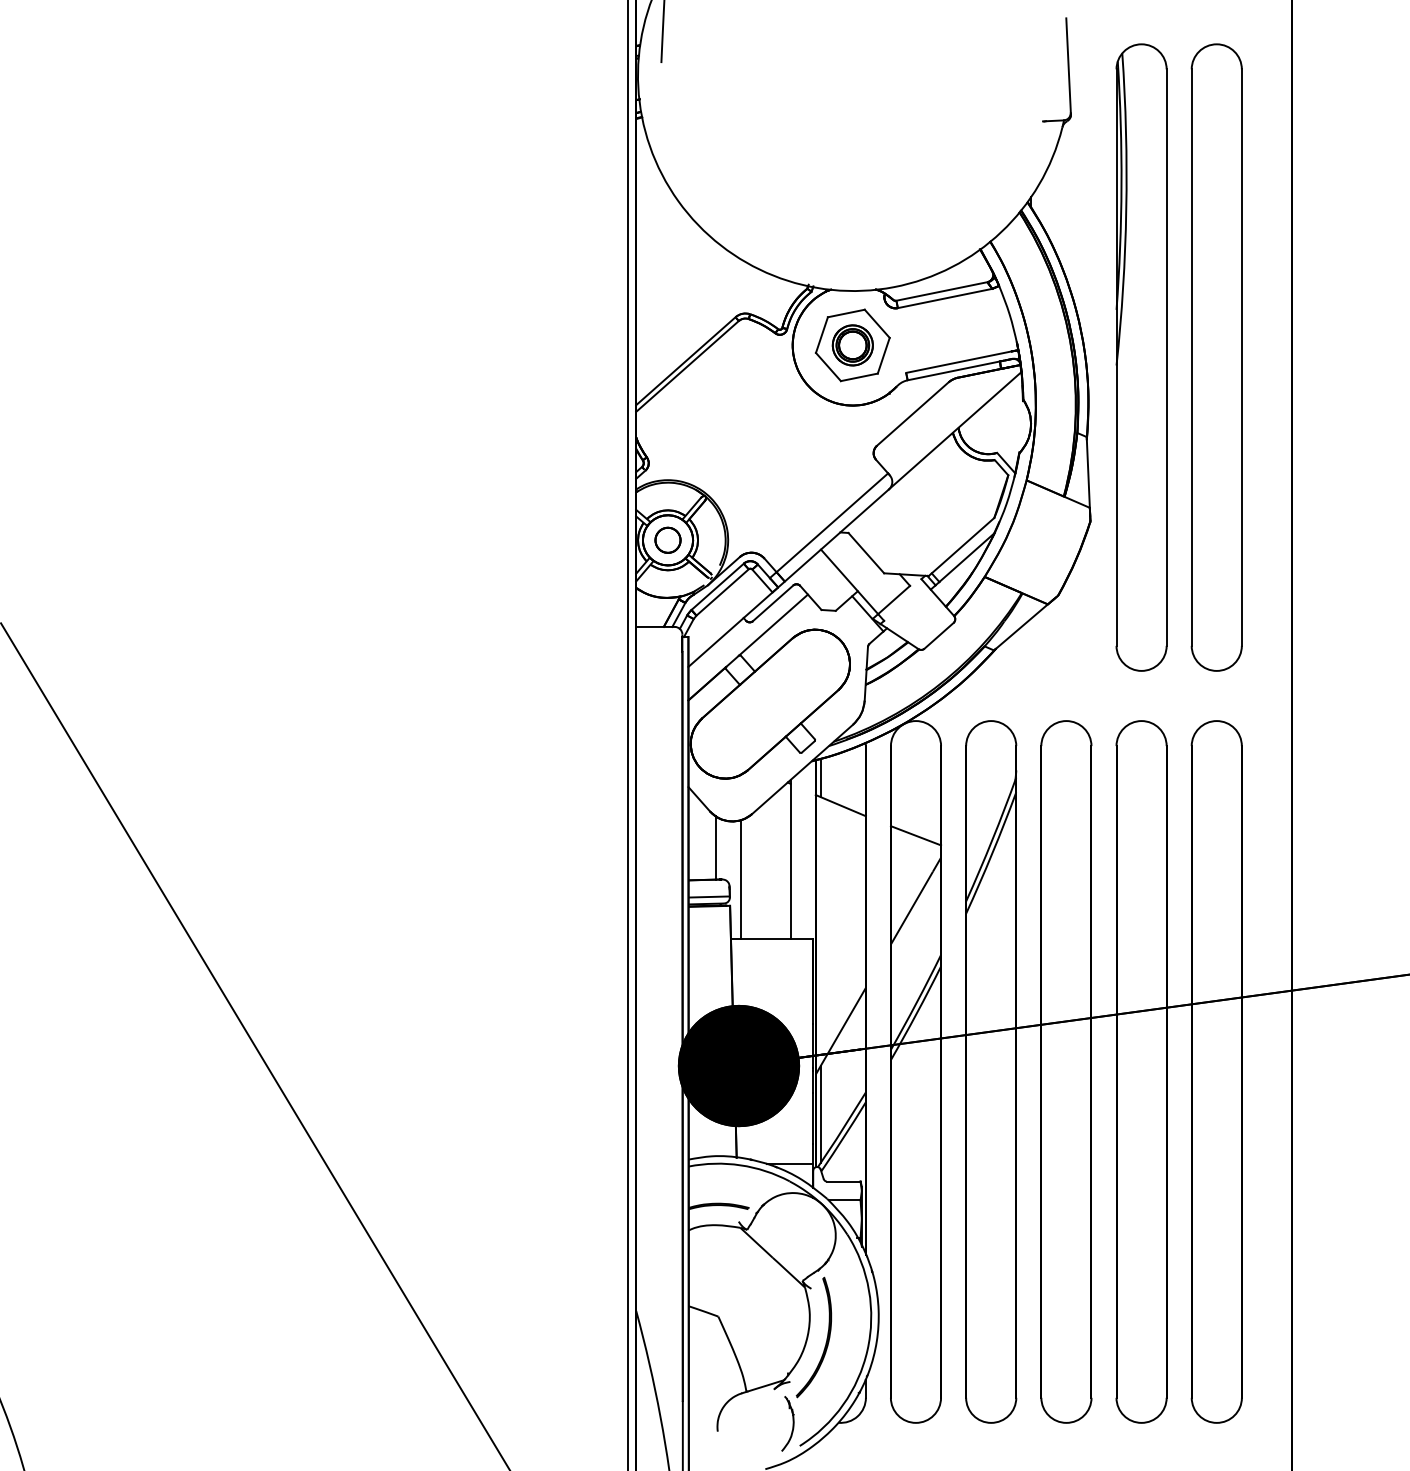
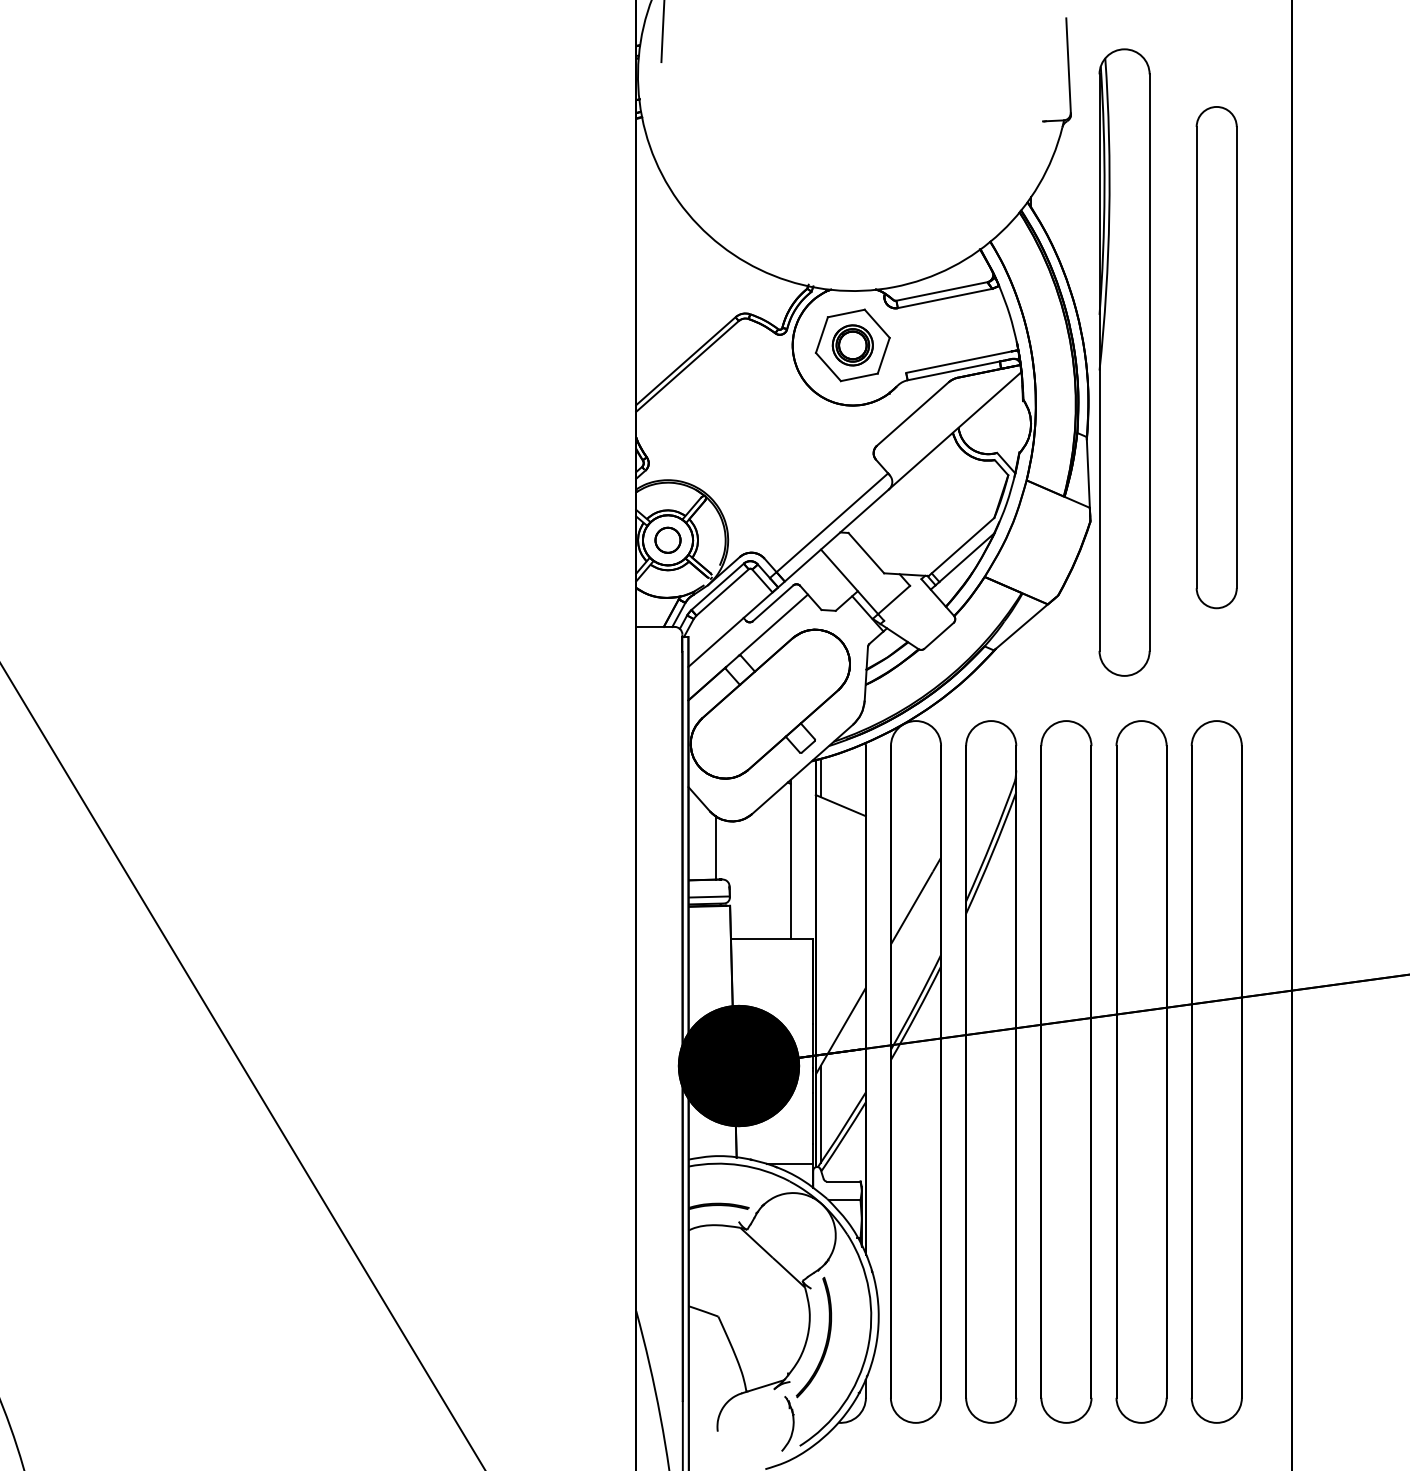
part at (1141, 357) position: (1141, 357) -> (1124, 362)
part at (1216, 357) size: 53x629 px -> 43x504 px
line at (628, 734): present -> none
line at (915, 835): present -> none
line at (740, 879): present -> none
line at (255, 1046) position: (255, 1046) -> (242, 1066)
